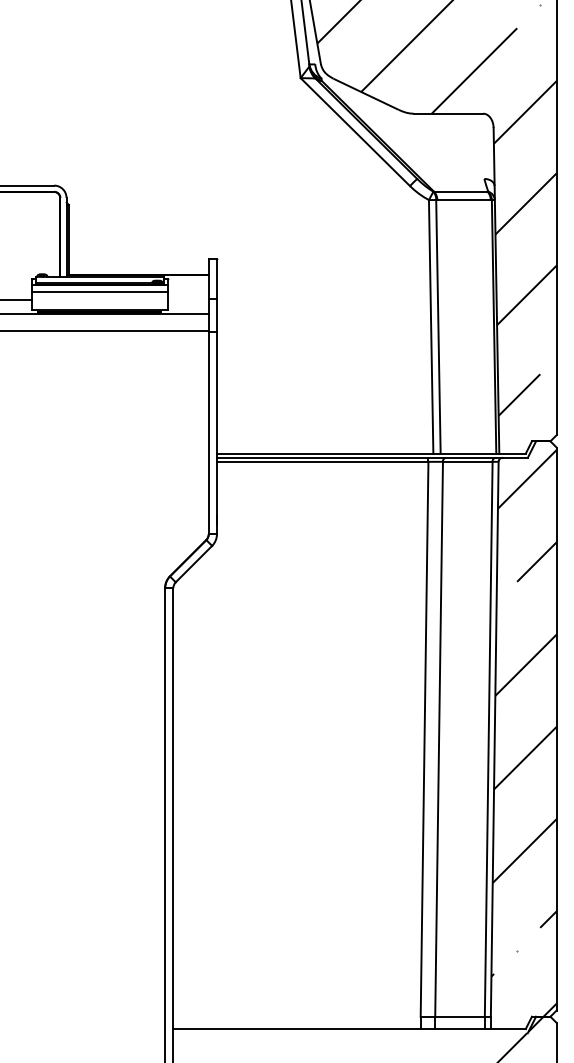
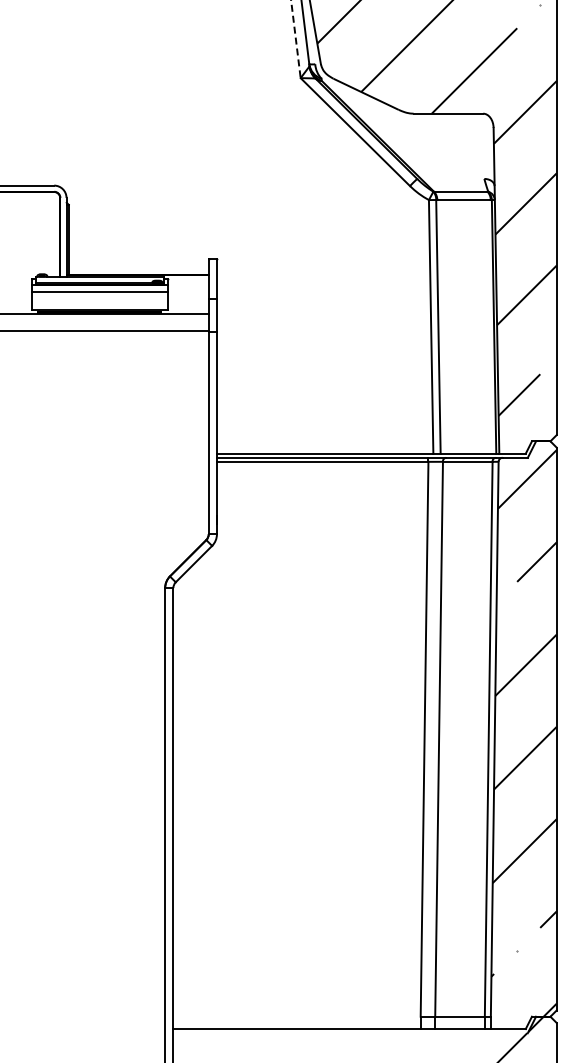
line at (295, 39): solid -> dashed
line at (17, 300): present -> none
